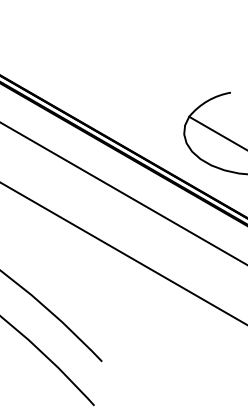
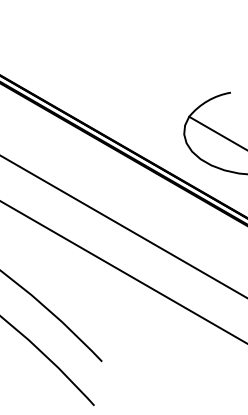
line at (123, 193) position: (123, 193) -> (123, 226)
line at (123, 253) position: (123, 253) -> (123, 272)
